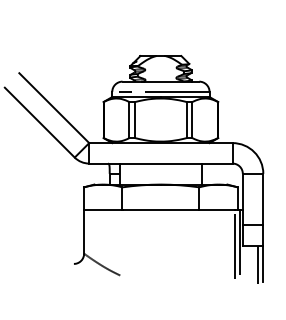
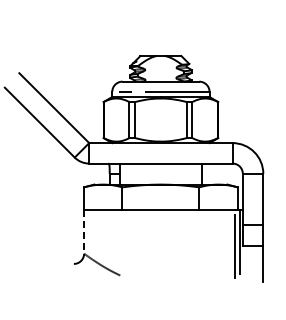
line at (84, 232): solid -> dashed
line at (258, 264): present -> none
